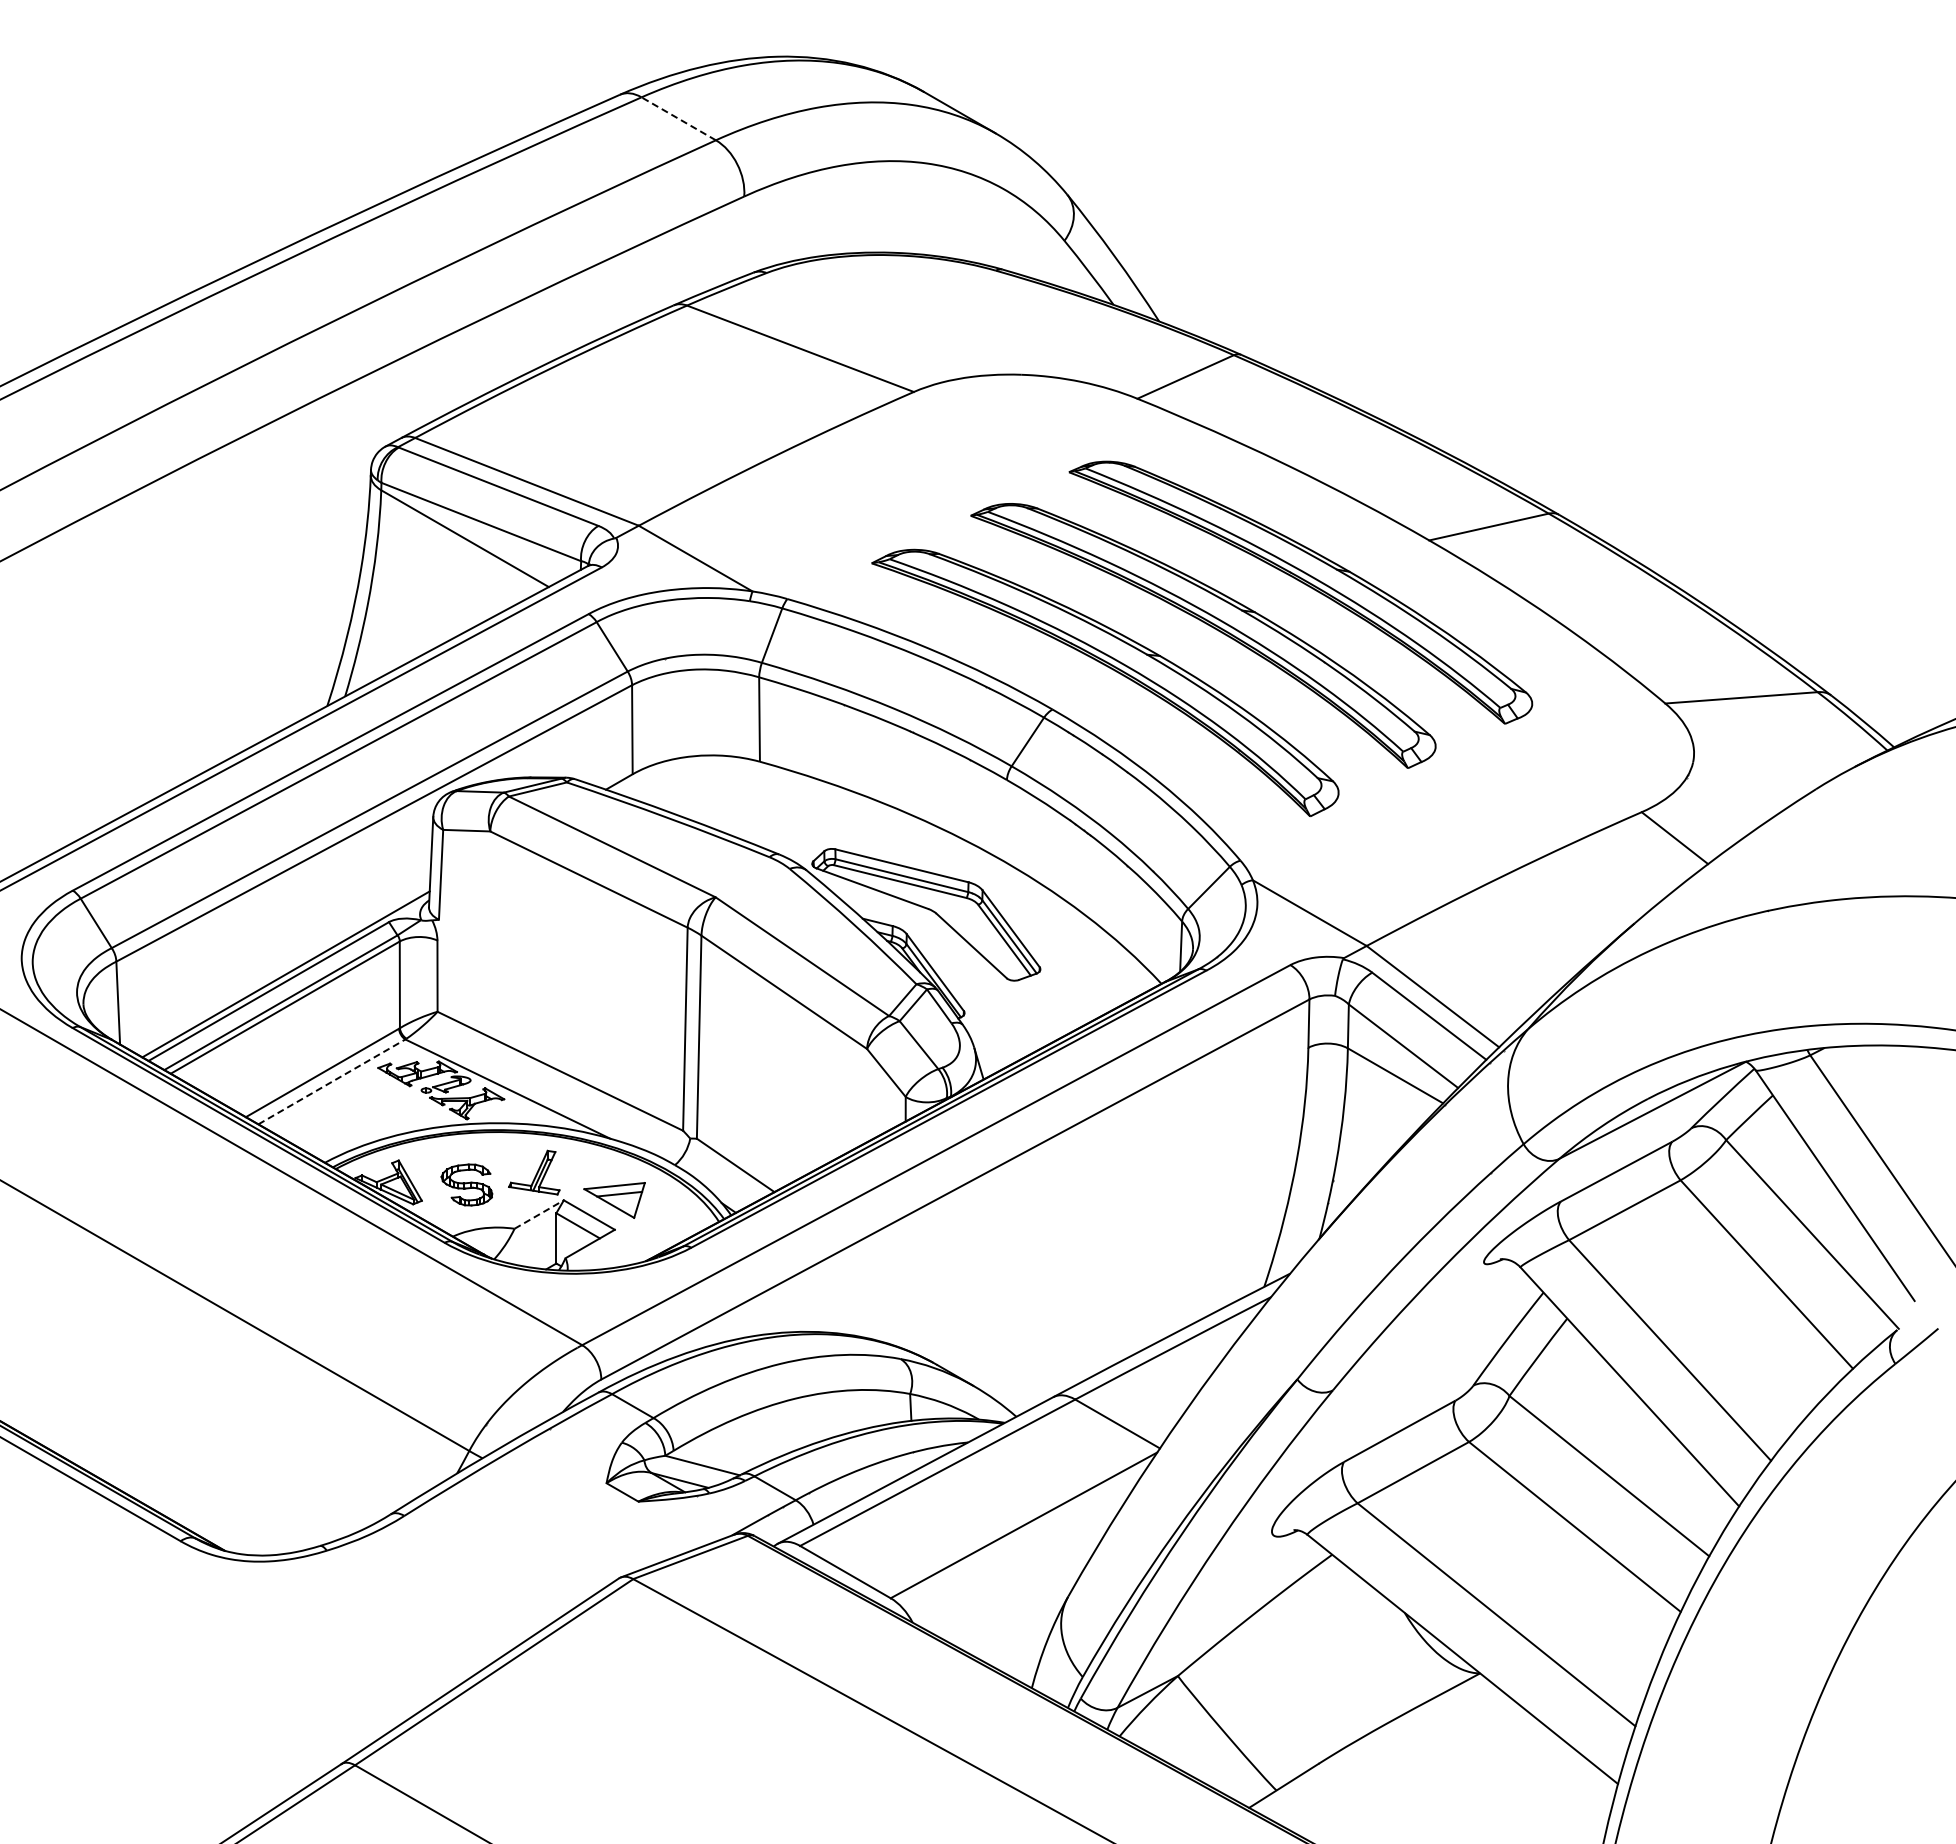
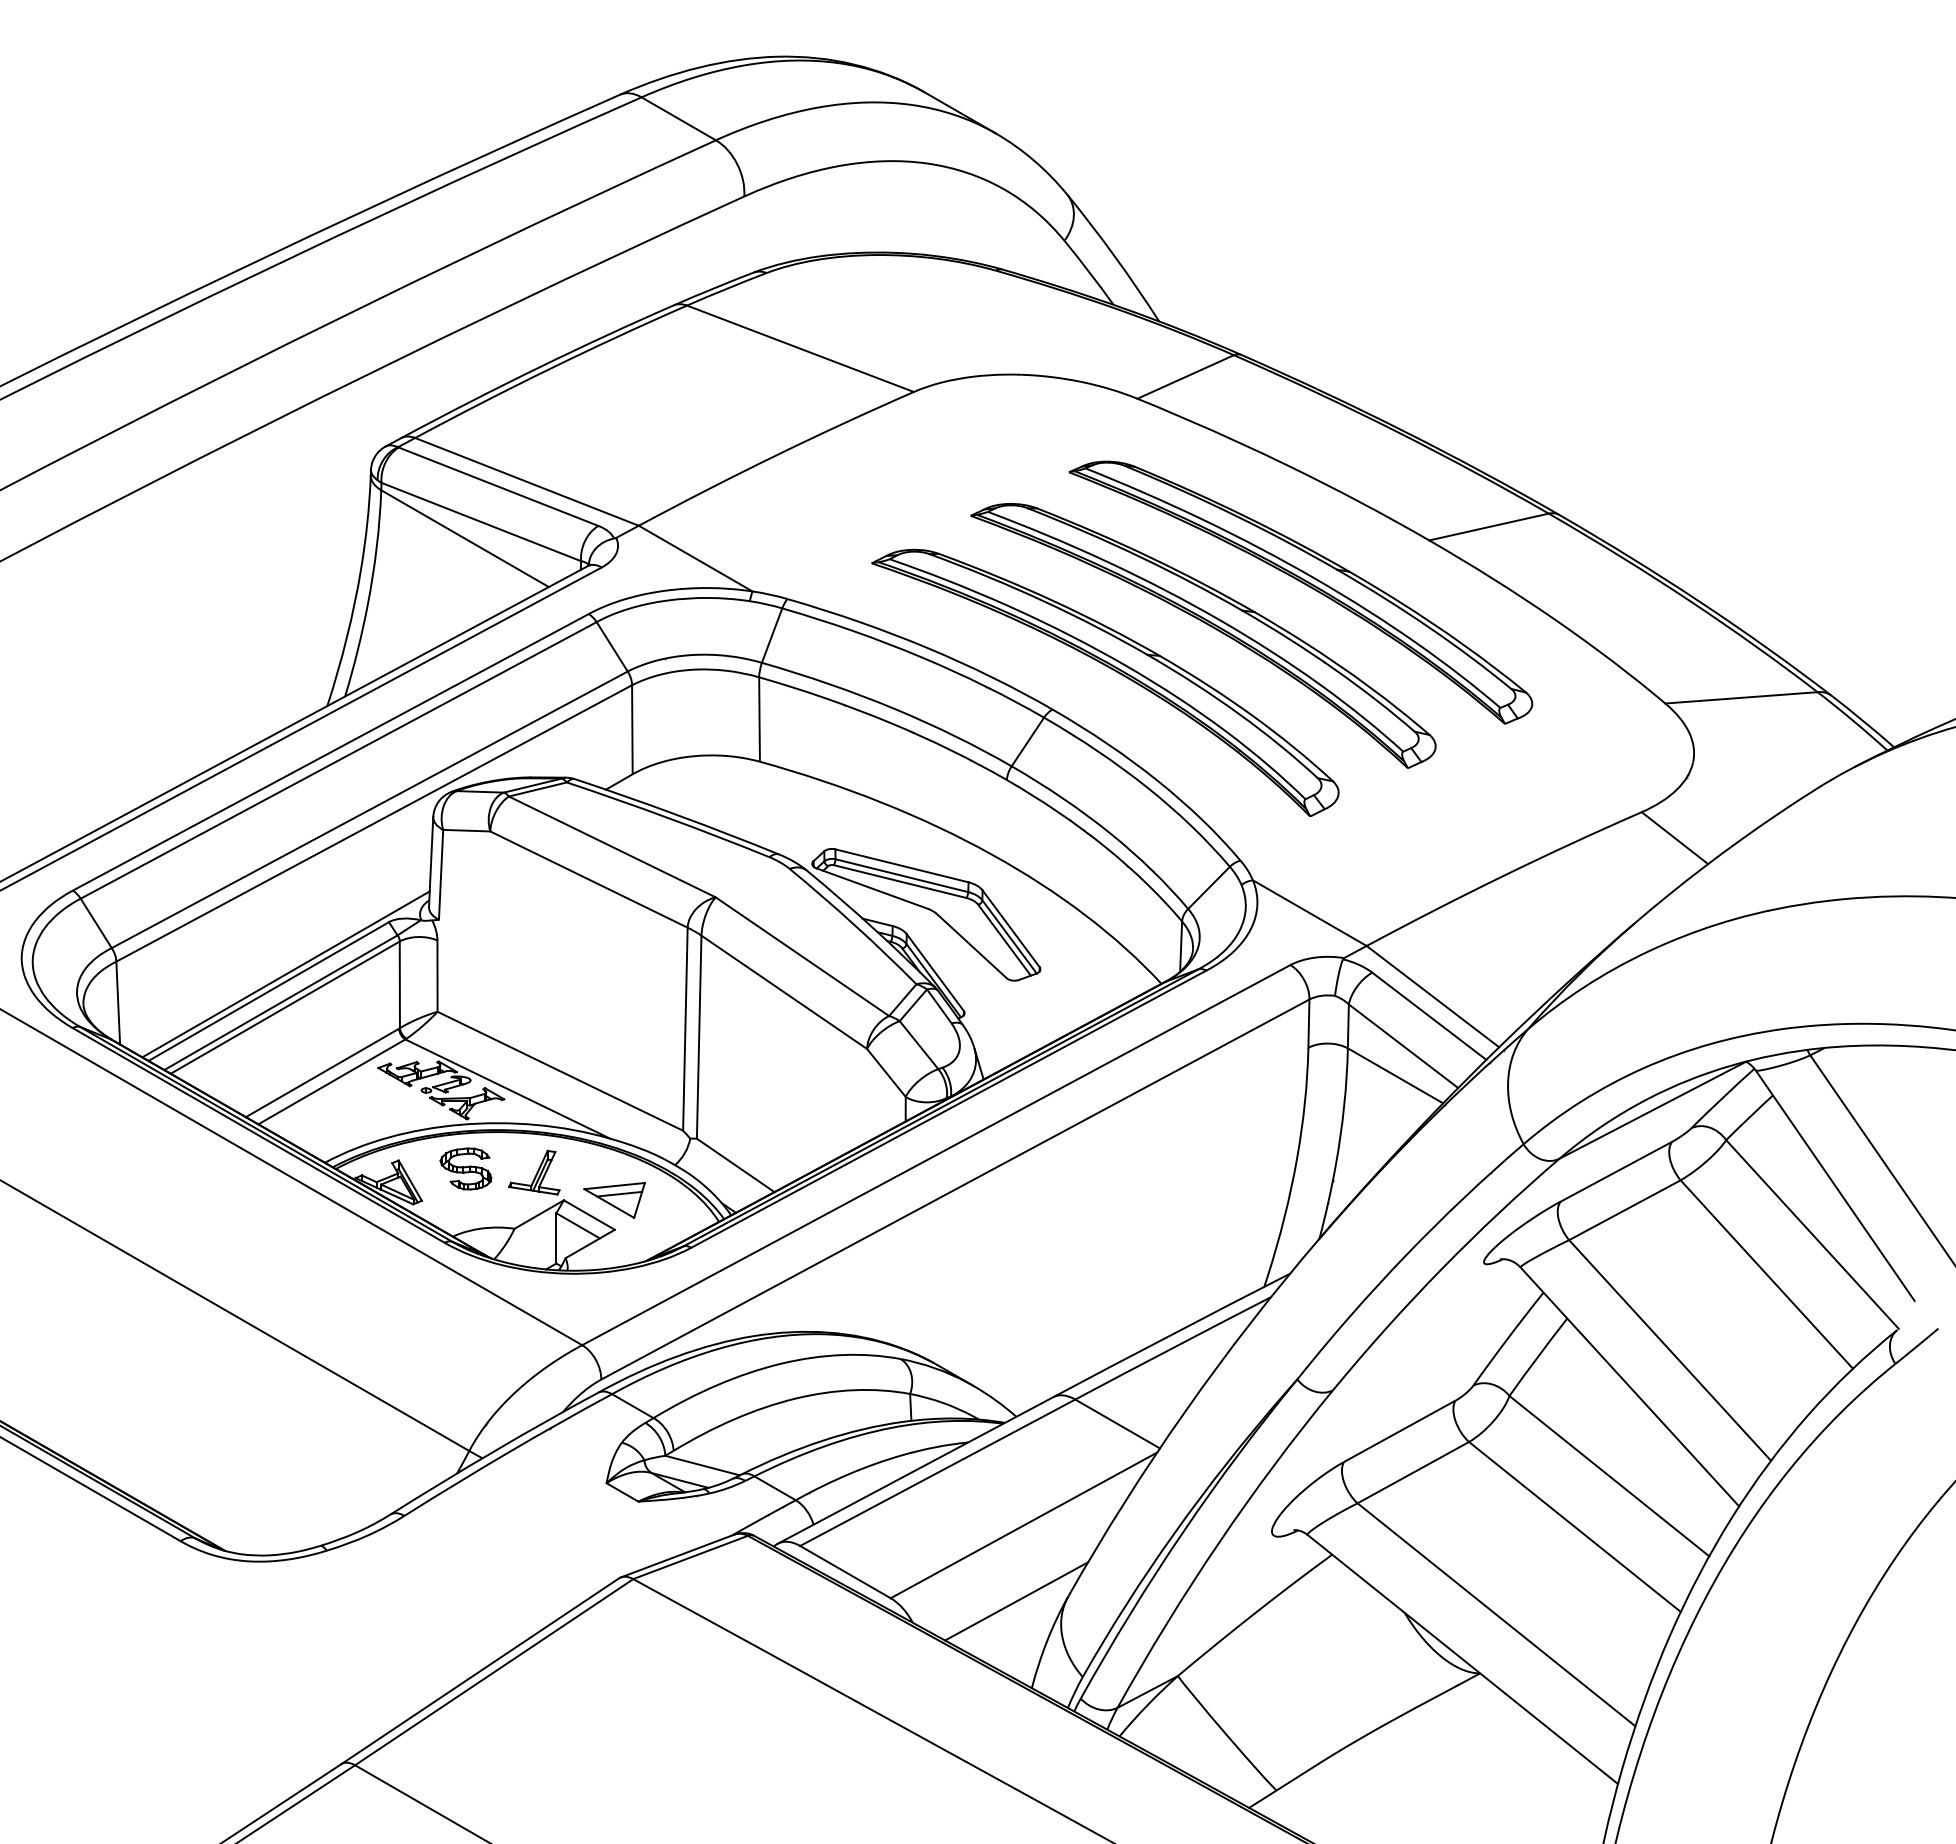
line at (678, 118): dashed -> solid
line at (331, 1081): dashed -> solid
part at (466, 1184) position: (466, 1184) -> (465, 1168)
line at (539, 1214): dashed -> solid
line at (1016, 1601): none -> present
